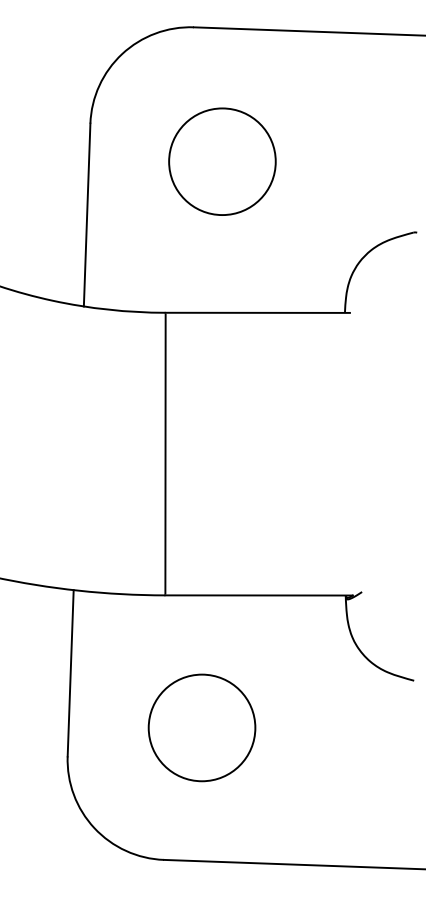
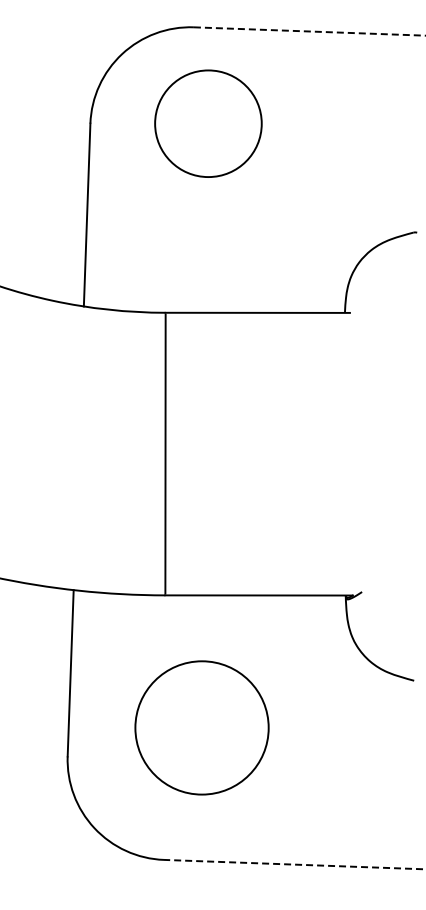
line at (309, 31): solid -> dashed
circle at (222, 161) position: (222, 161) -> (208, 123)
circle at (201, 727) diameter: 107 px -> 133 px
line at (294, 864): solid -> dashed
